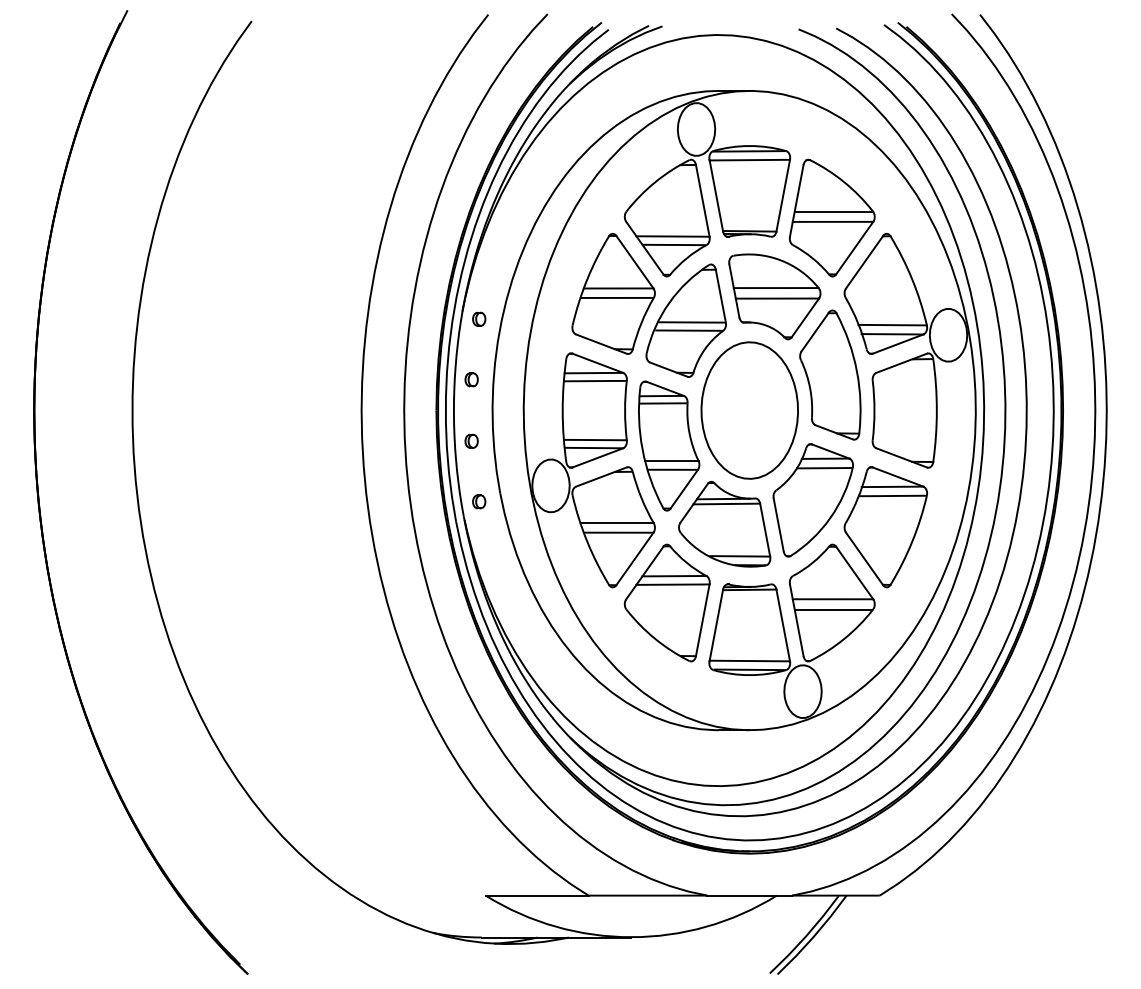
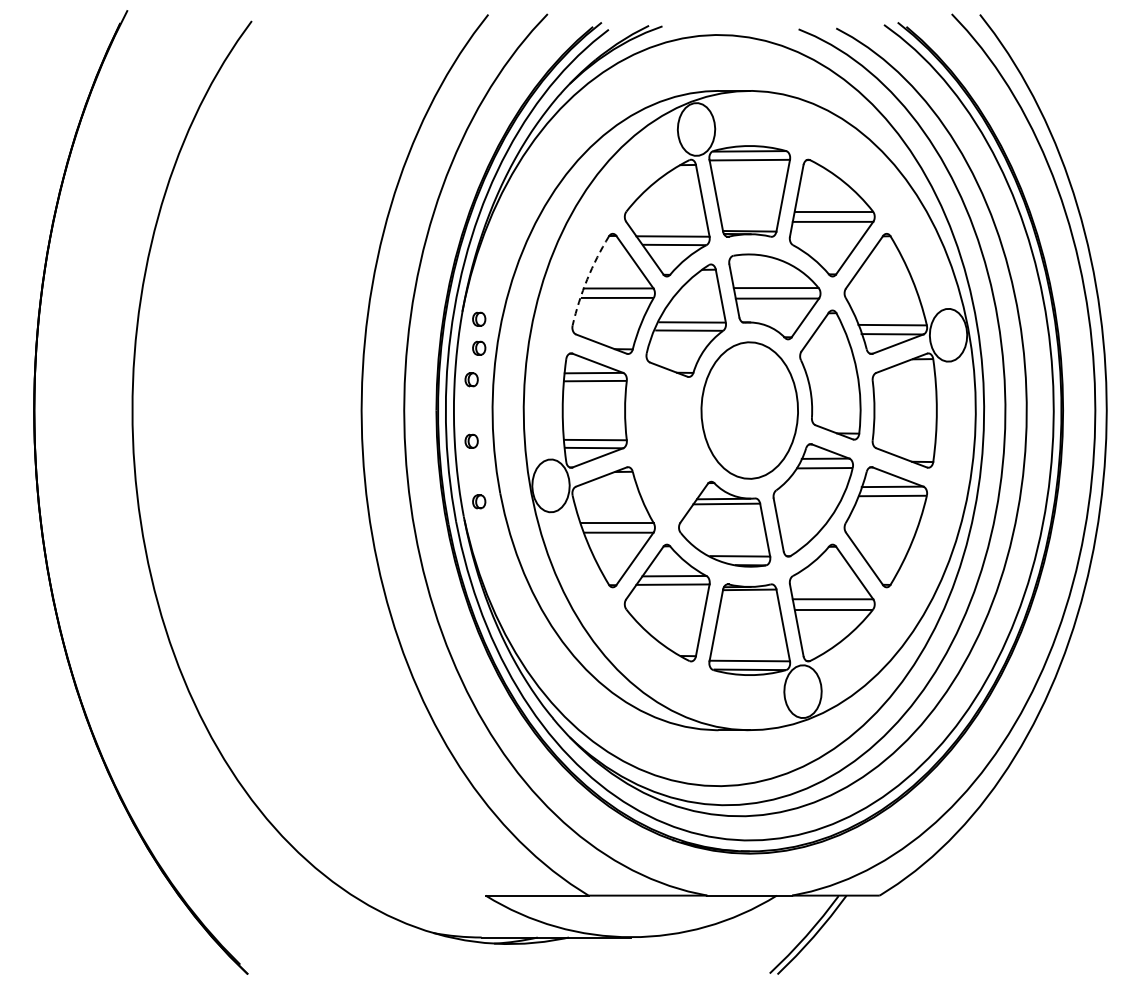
arc at (587, 279): solid -> dashed
part at (479, 347): none -> present
part at (669, 445): present -> none
